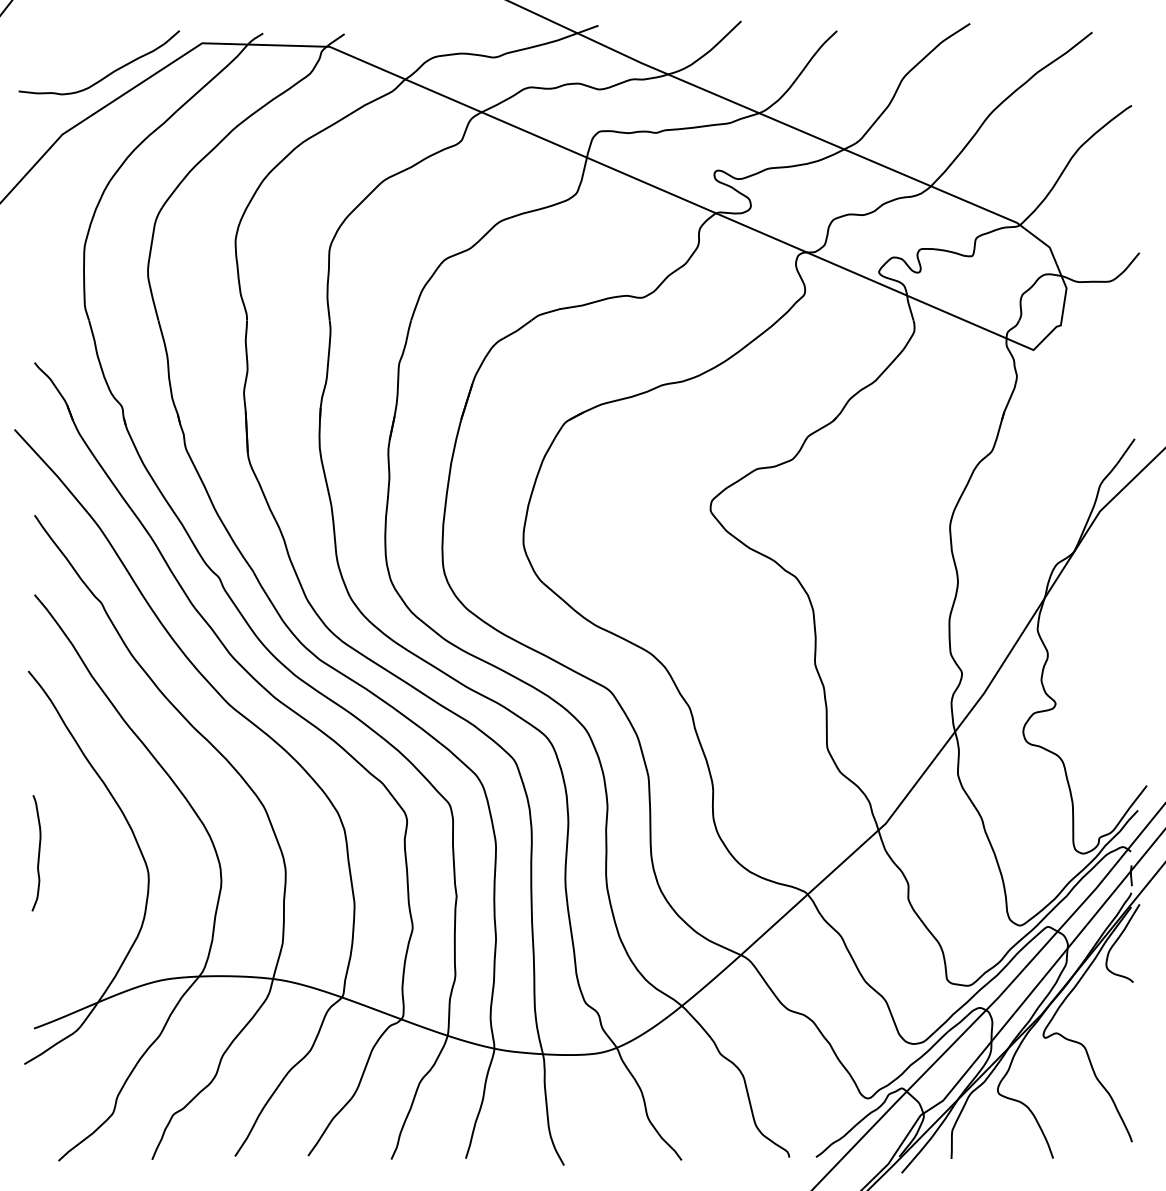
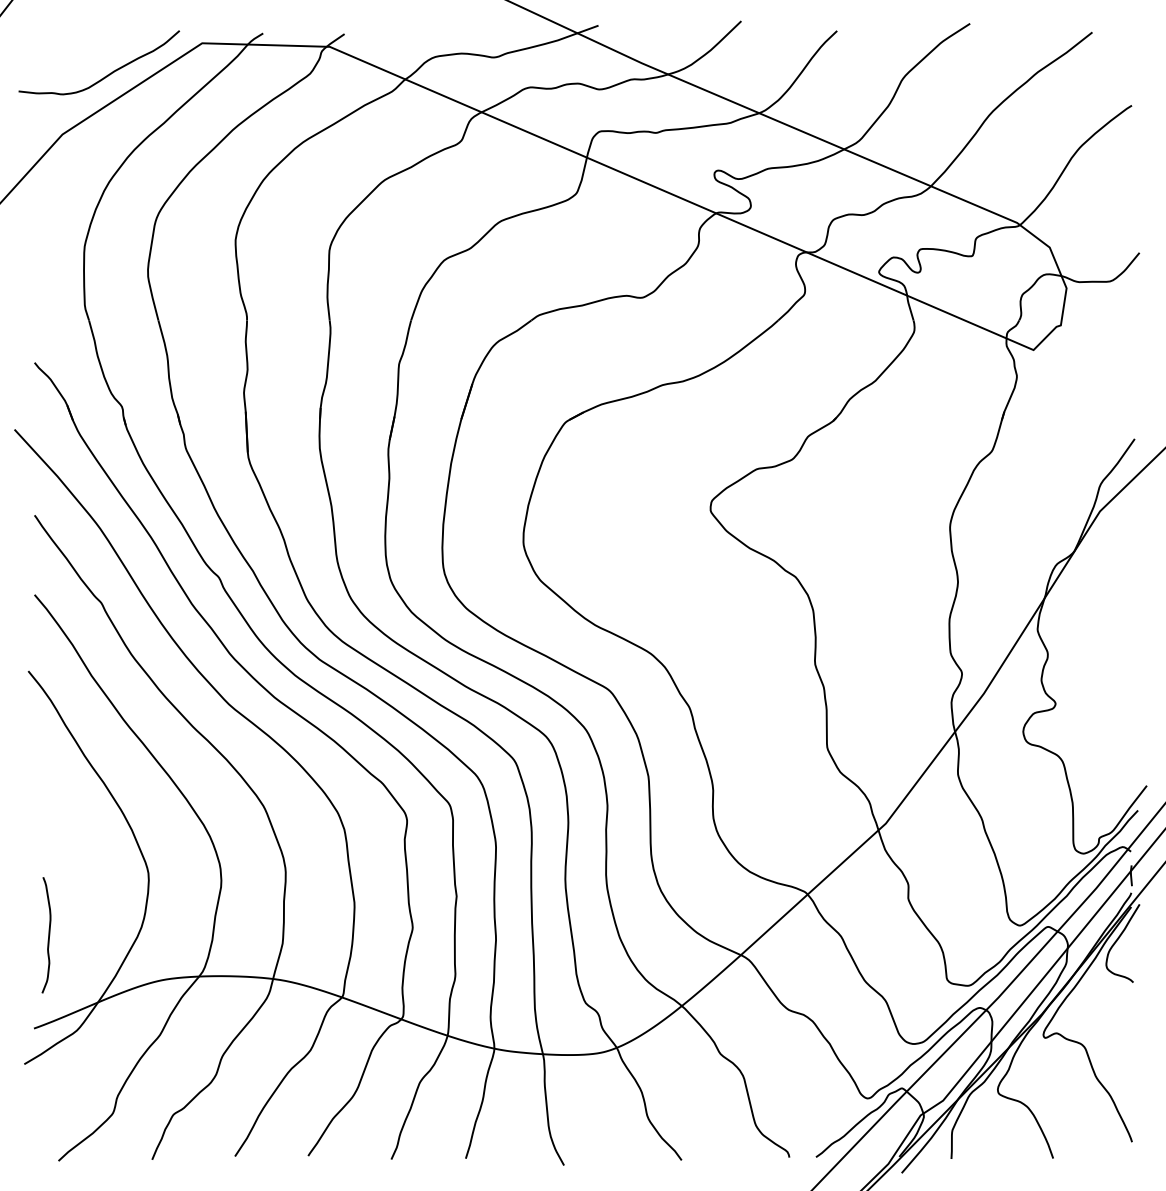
curve at (38, 853) position: (38, 853) -> (48, 935)
